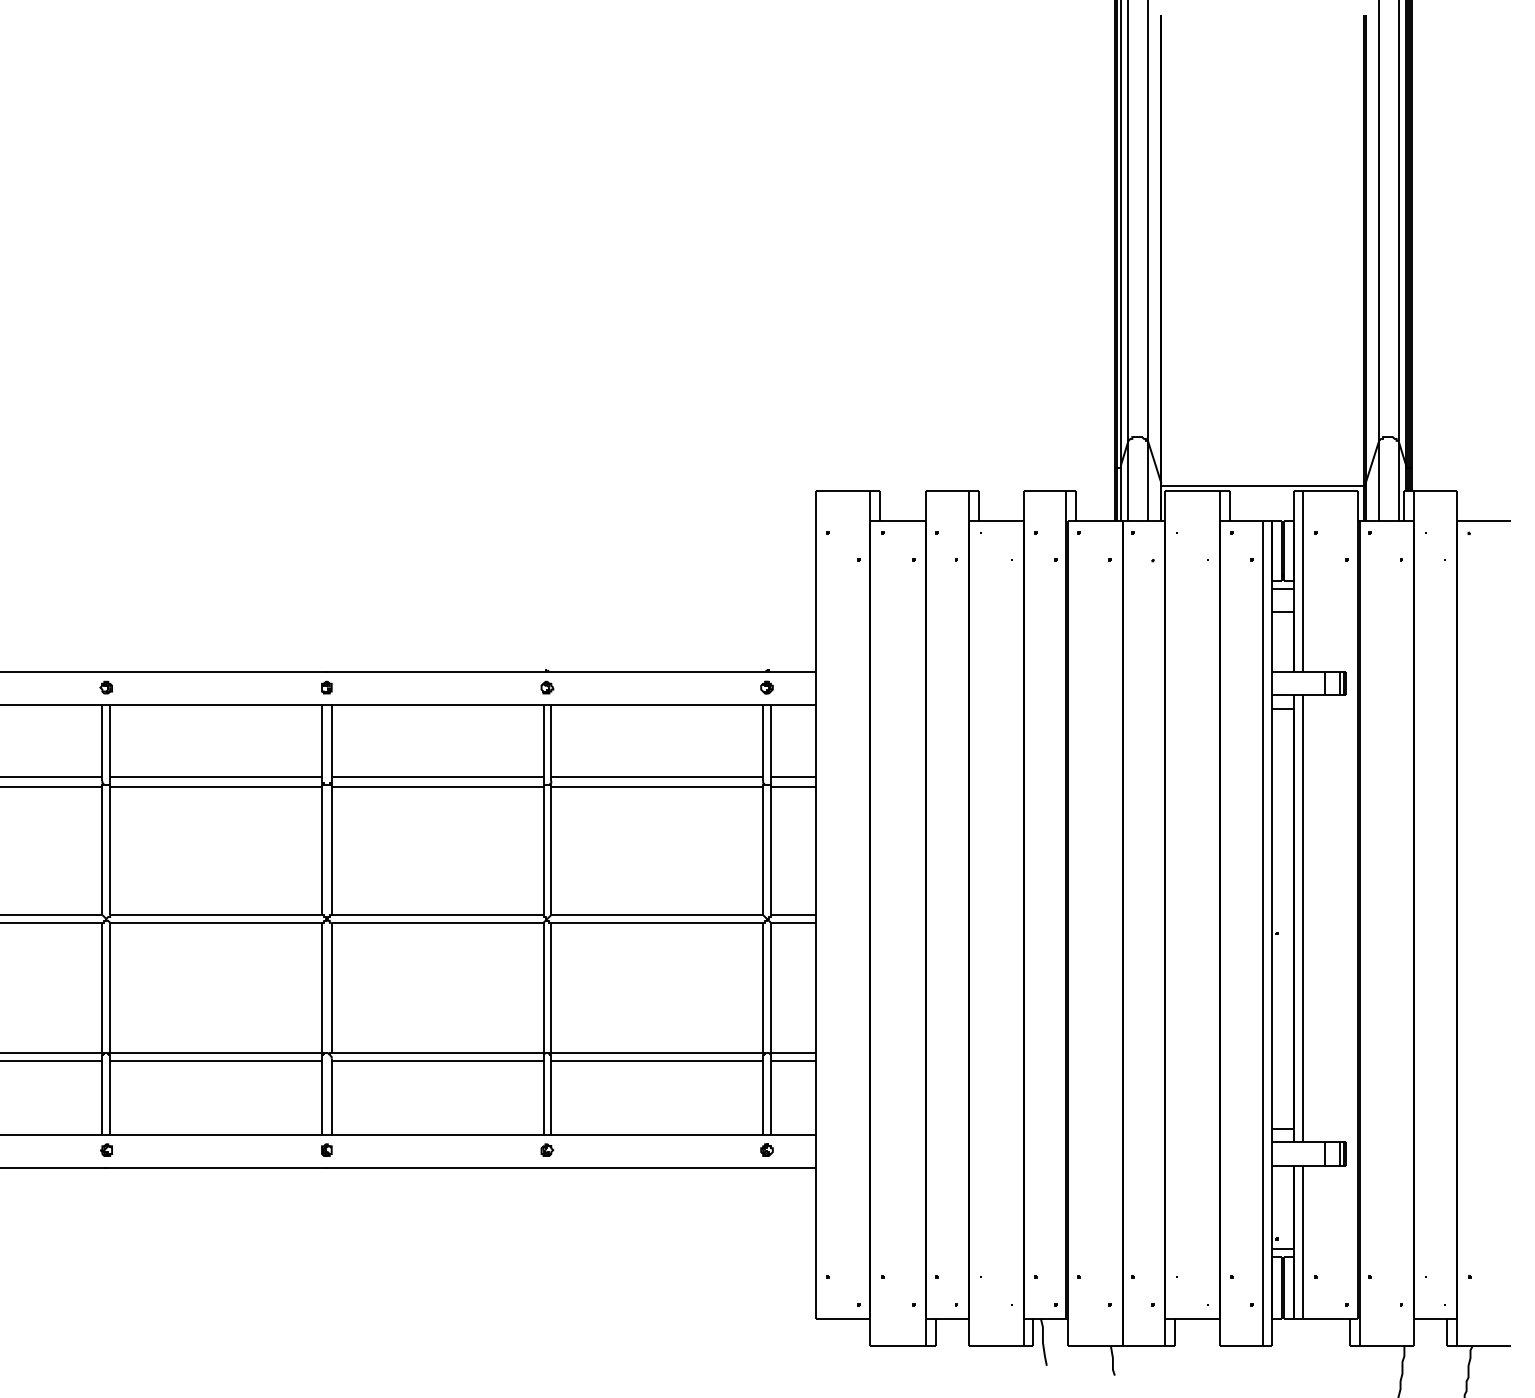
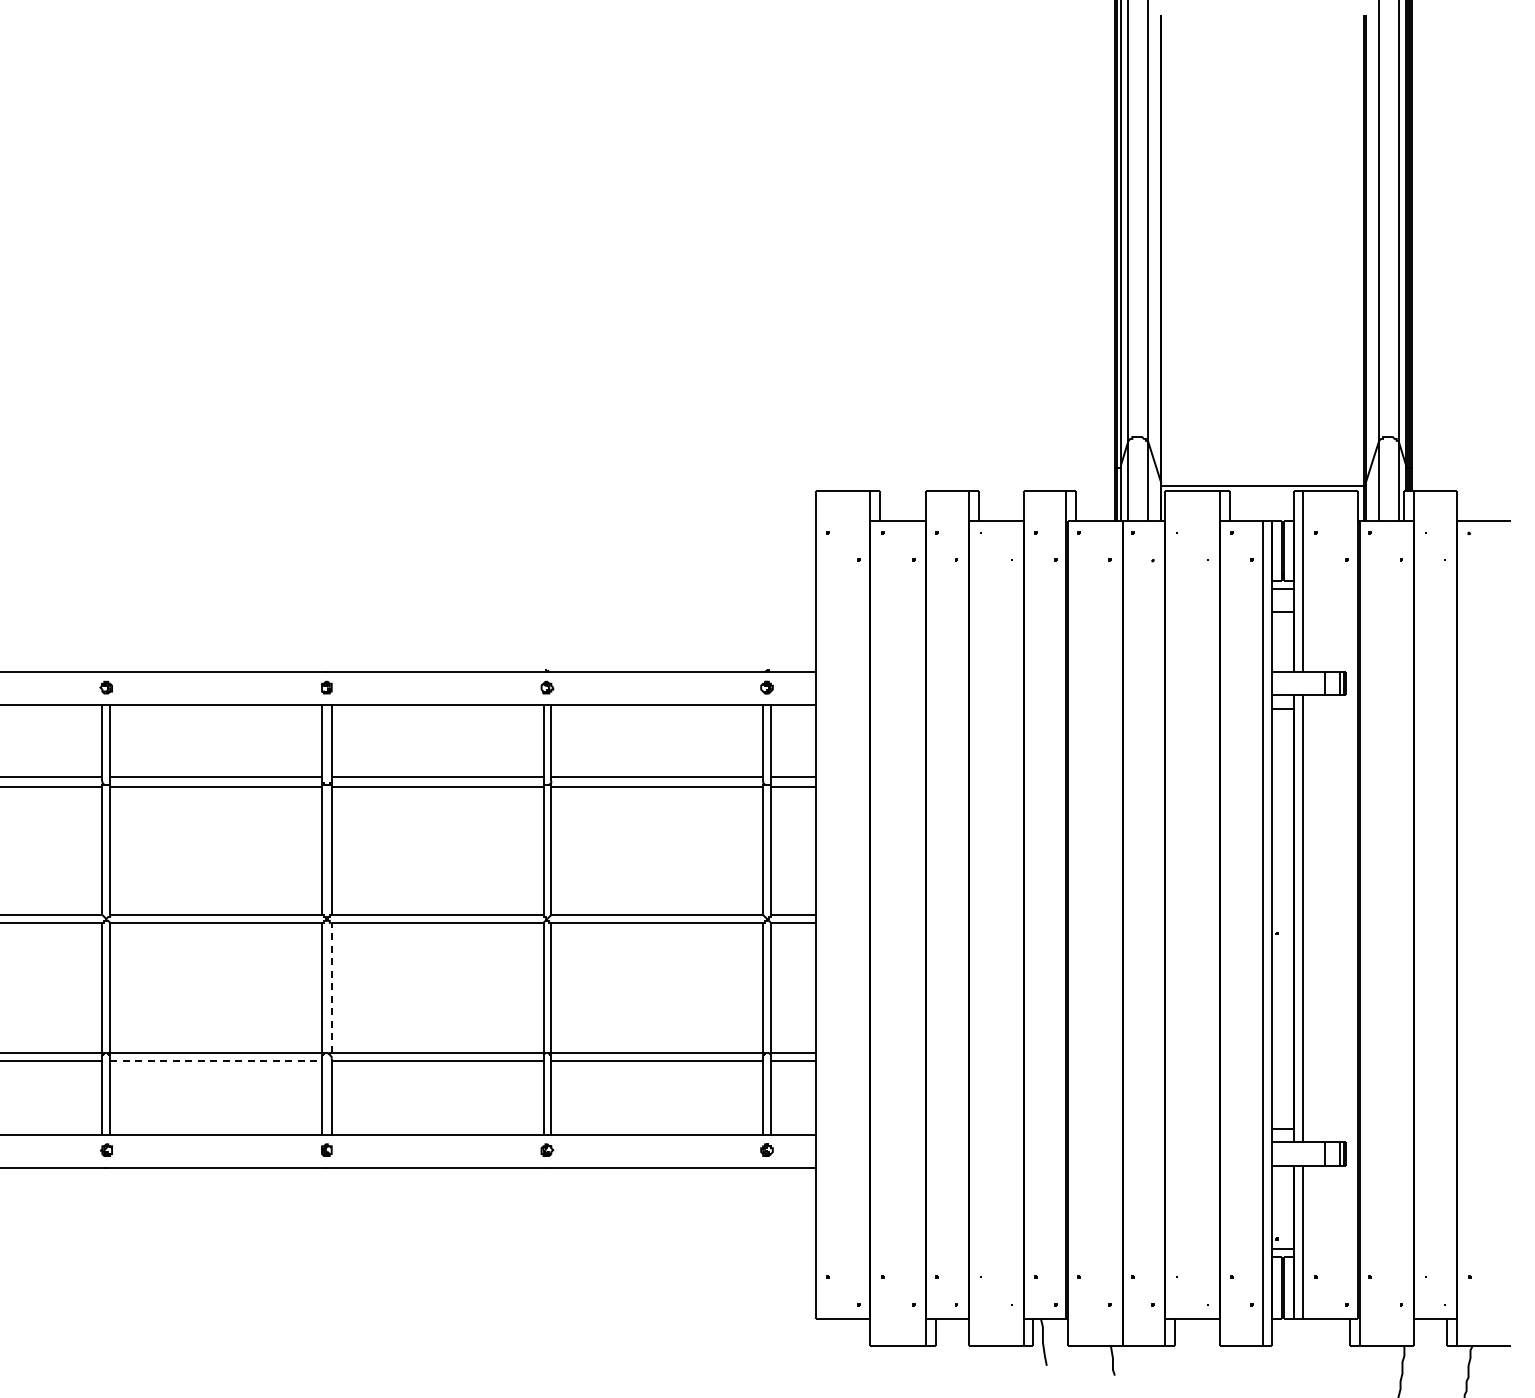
line at (331, 987): solid -> dashed
line at (216, 1060): solid -> dashed
